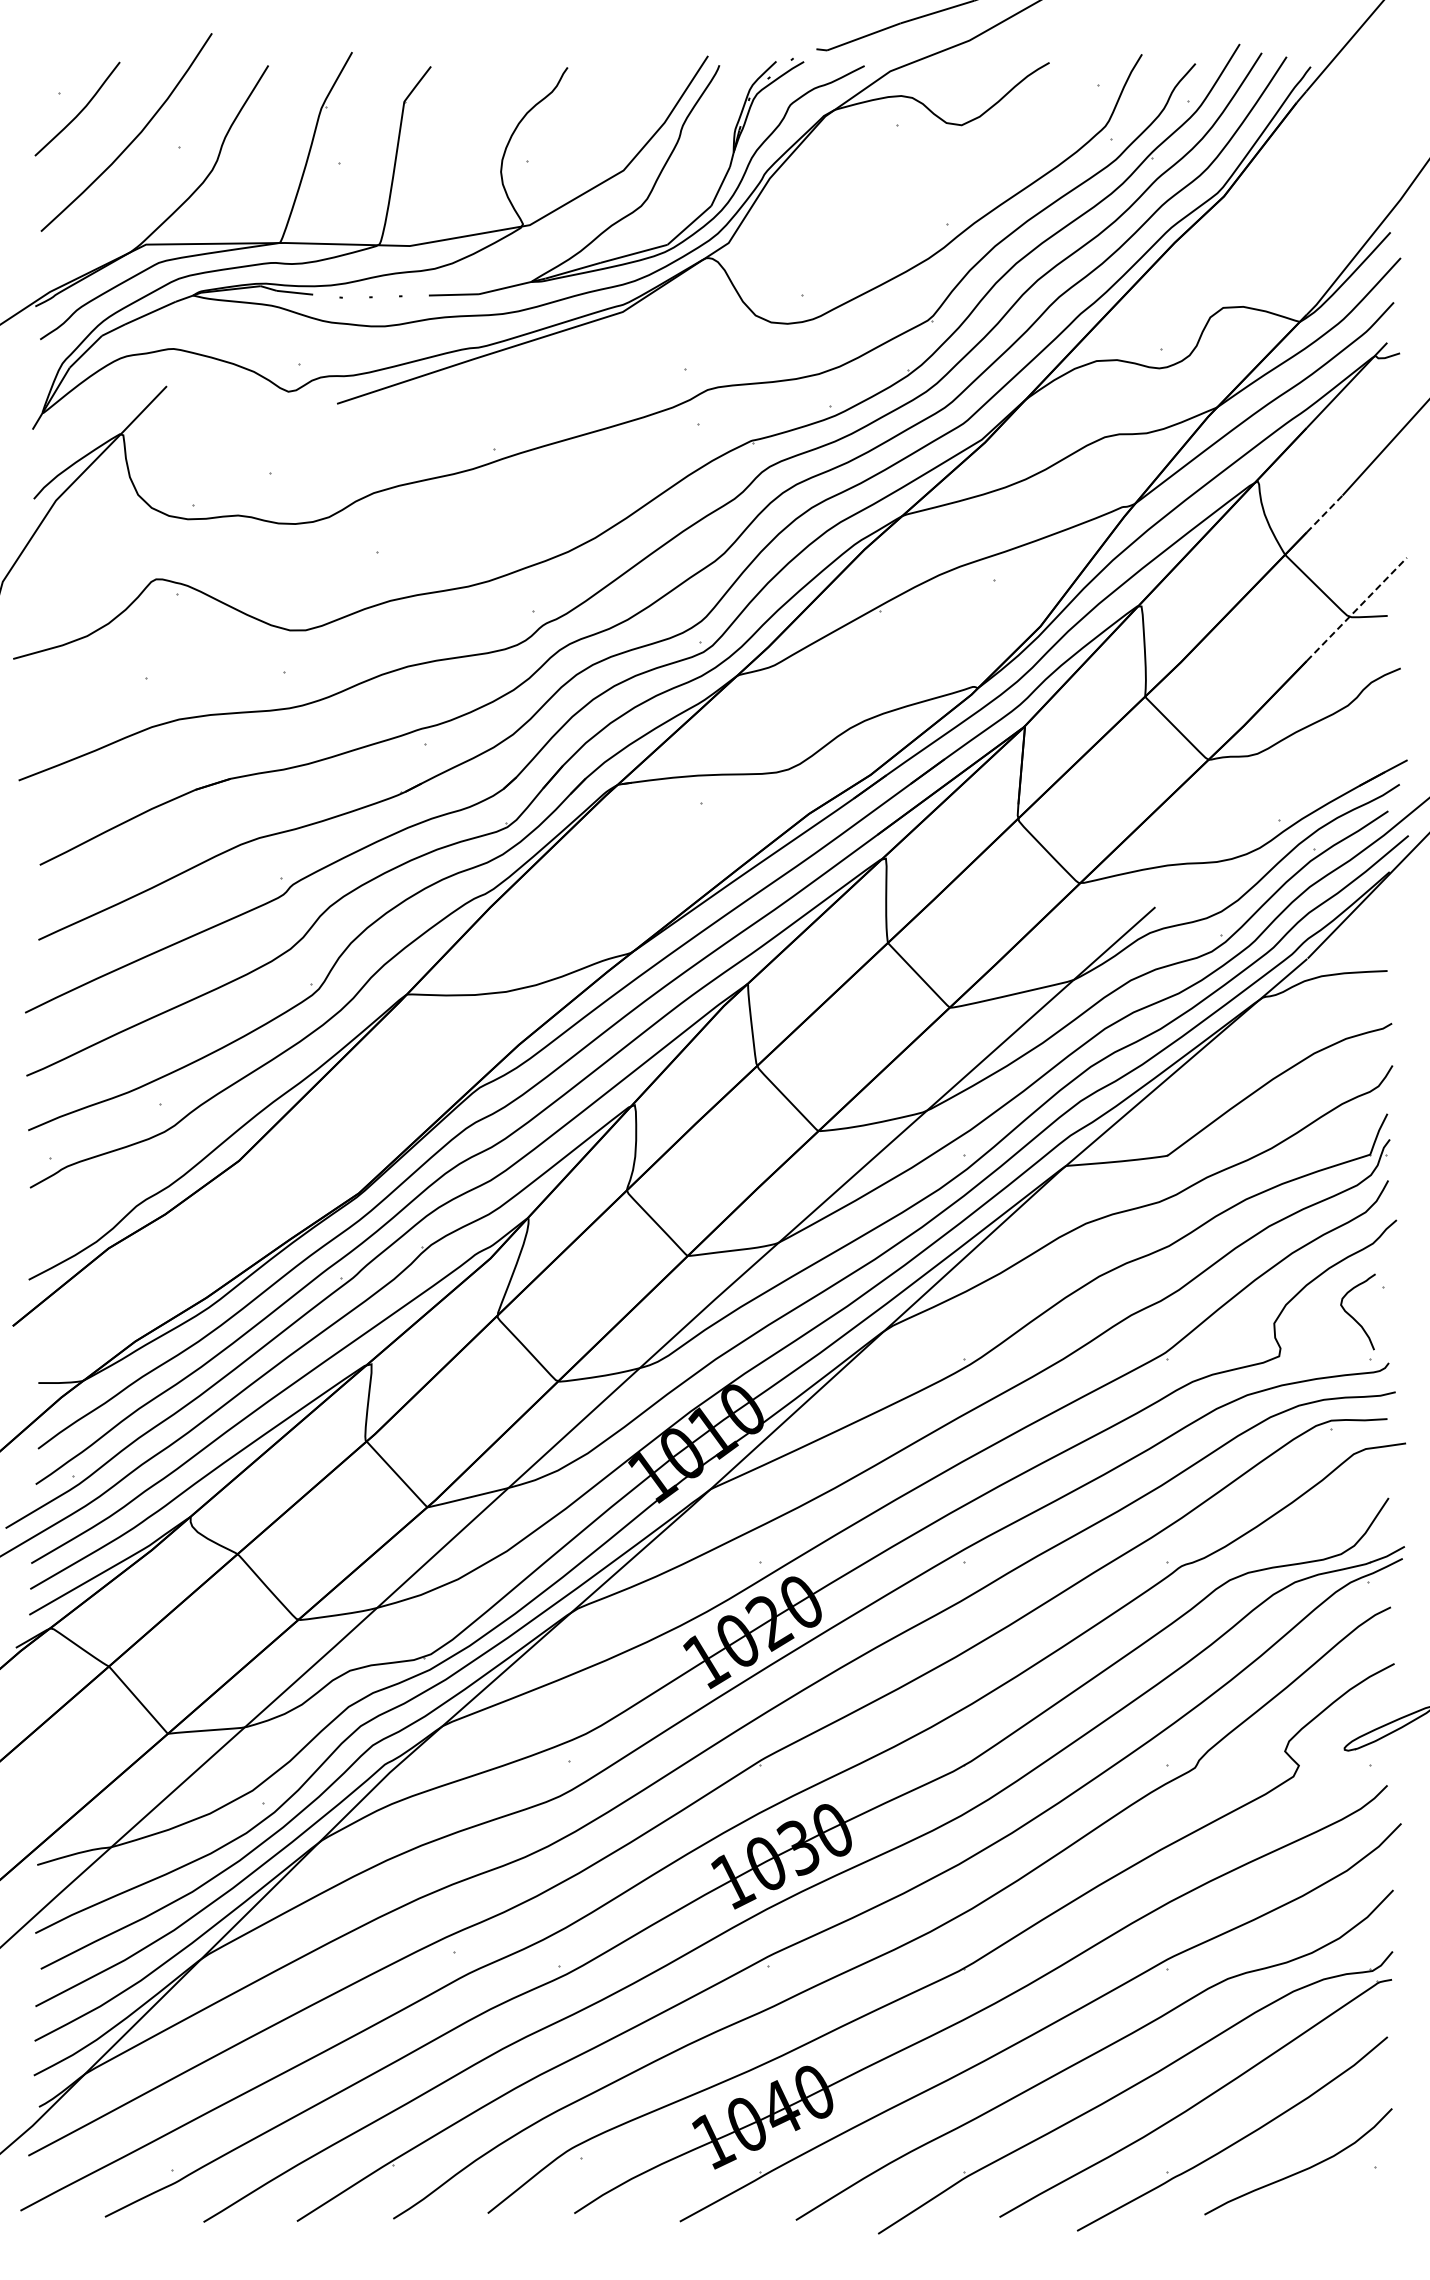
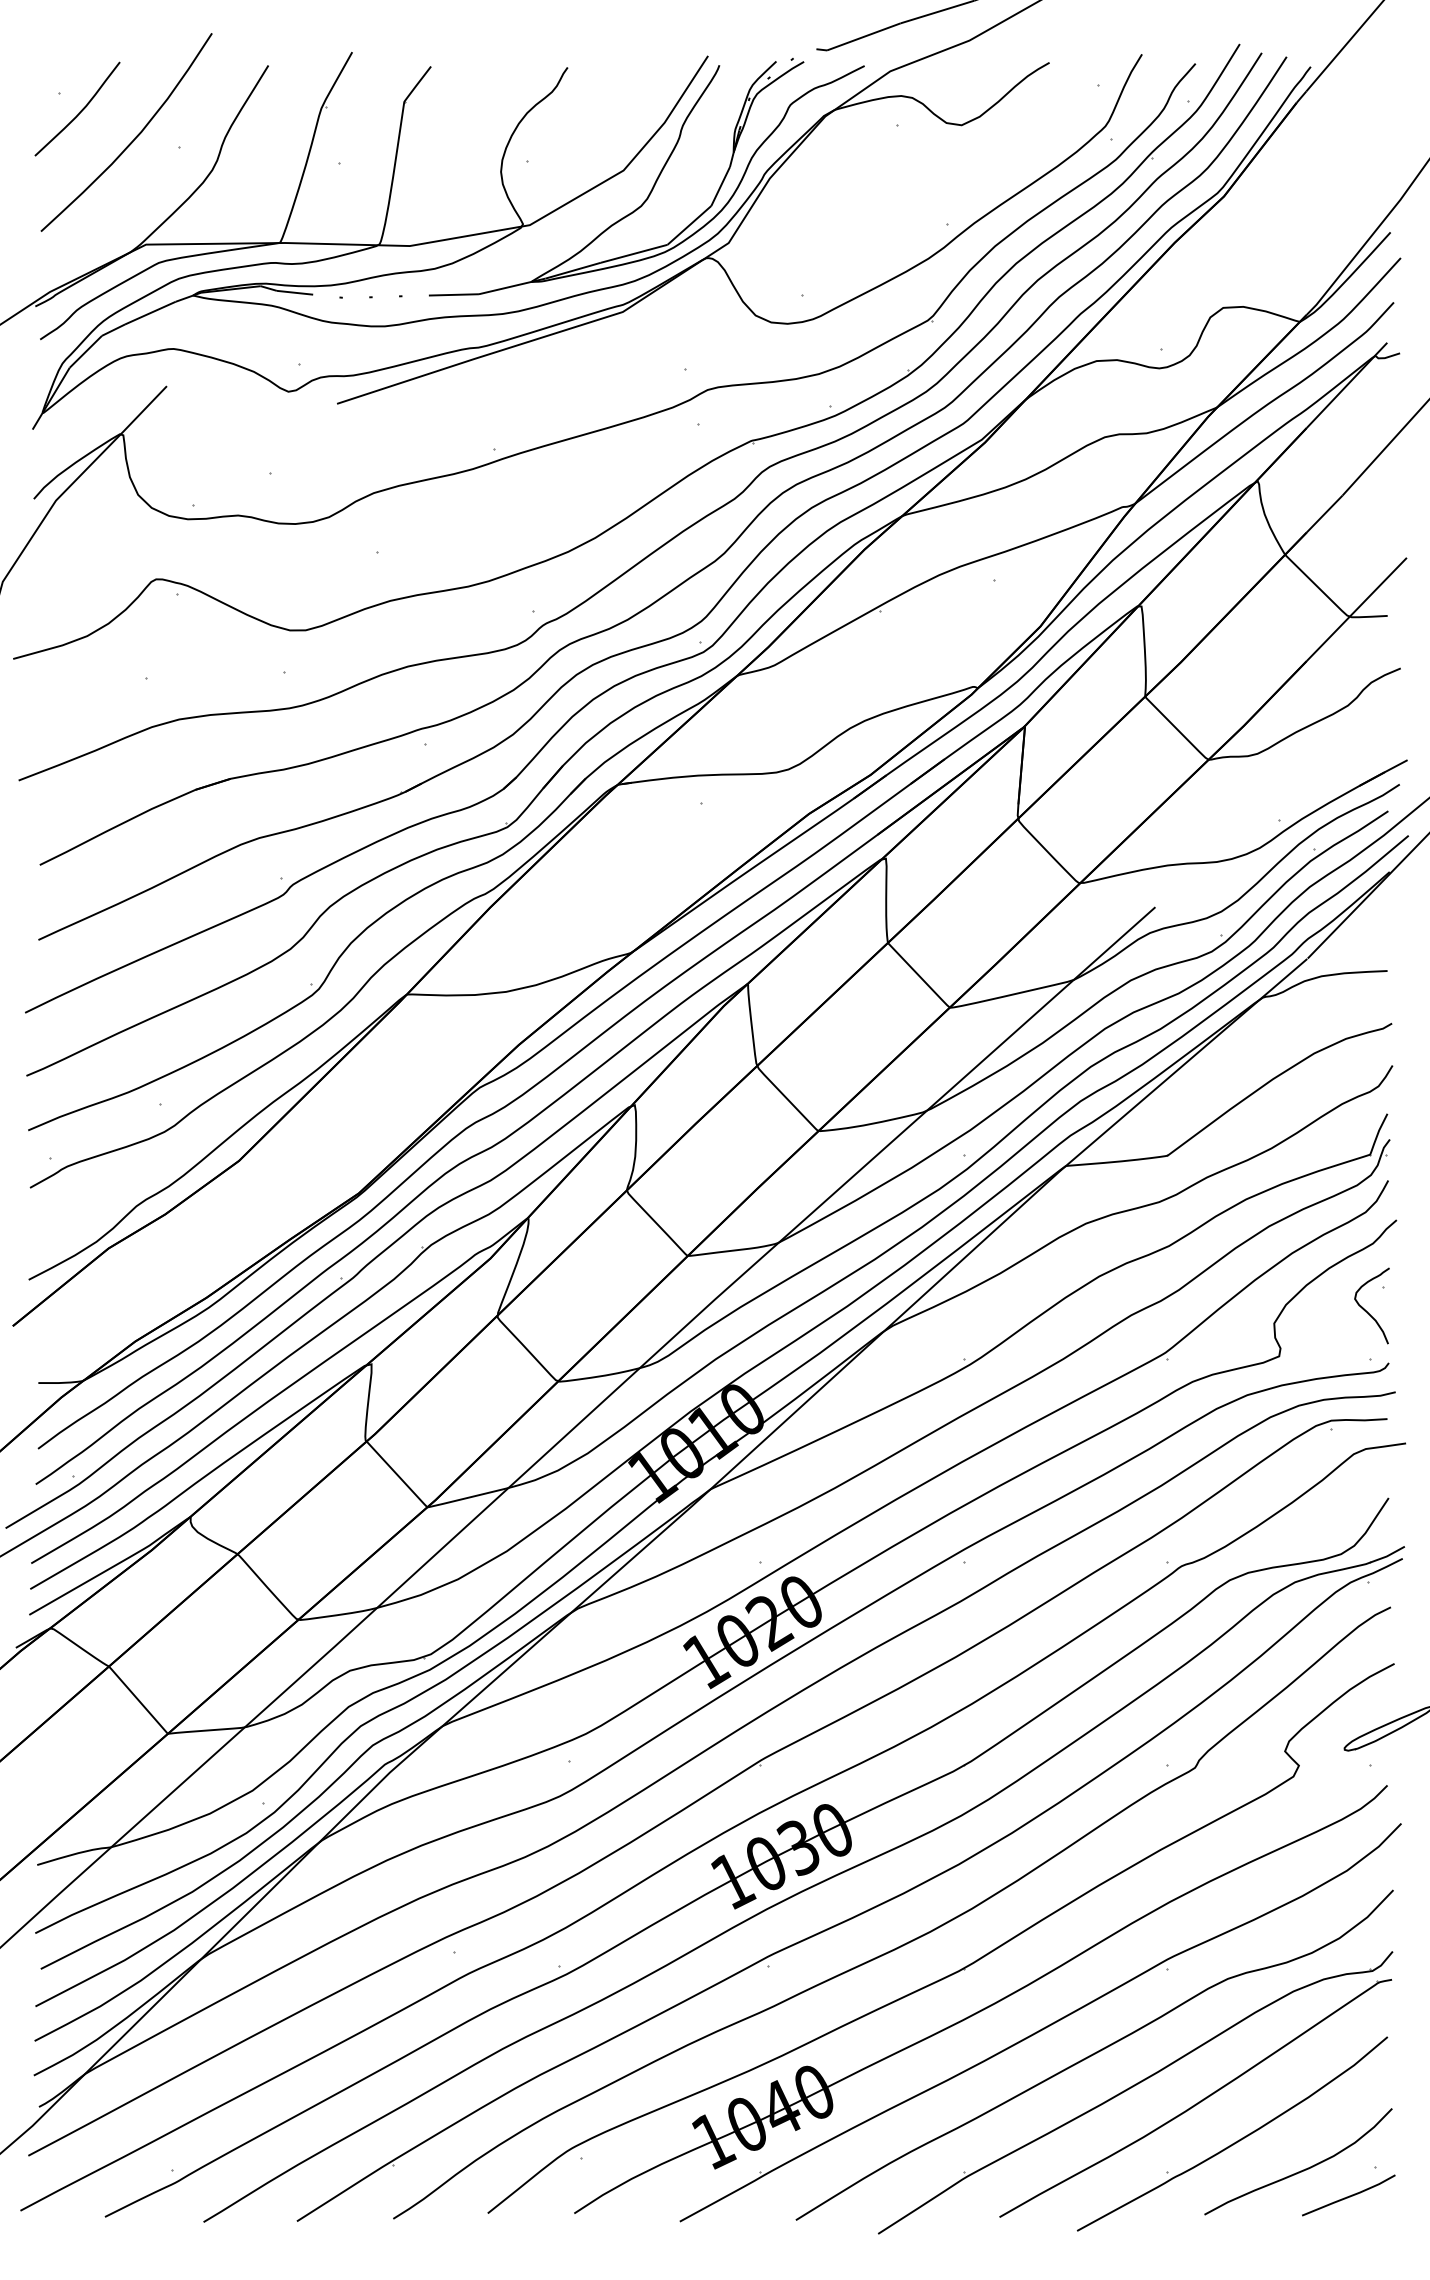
line at (1324, 514): dashed -> solid
line at (1356, 609): dashed -> solid
curve at (1352, 1316) position: (1352, 1316) -> (1366, 1310)
line at (1349, 2195): none -> present
